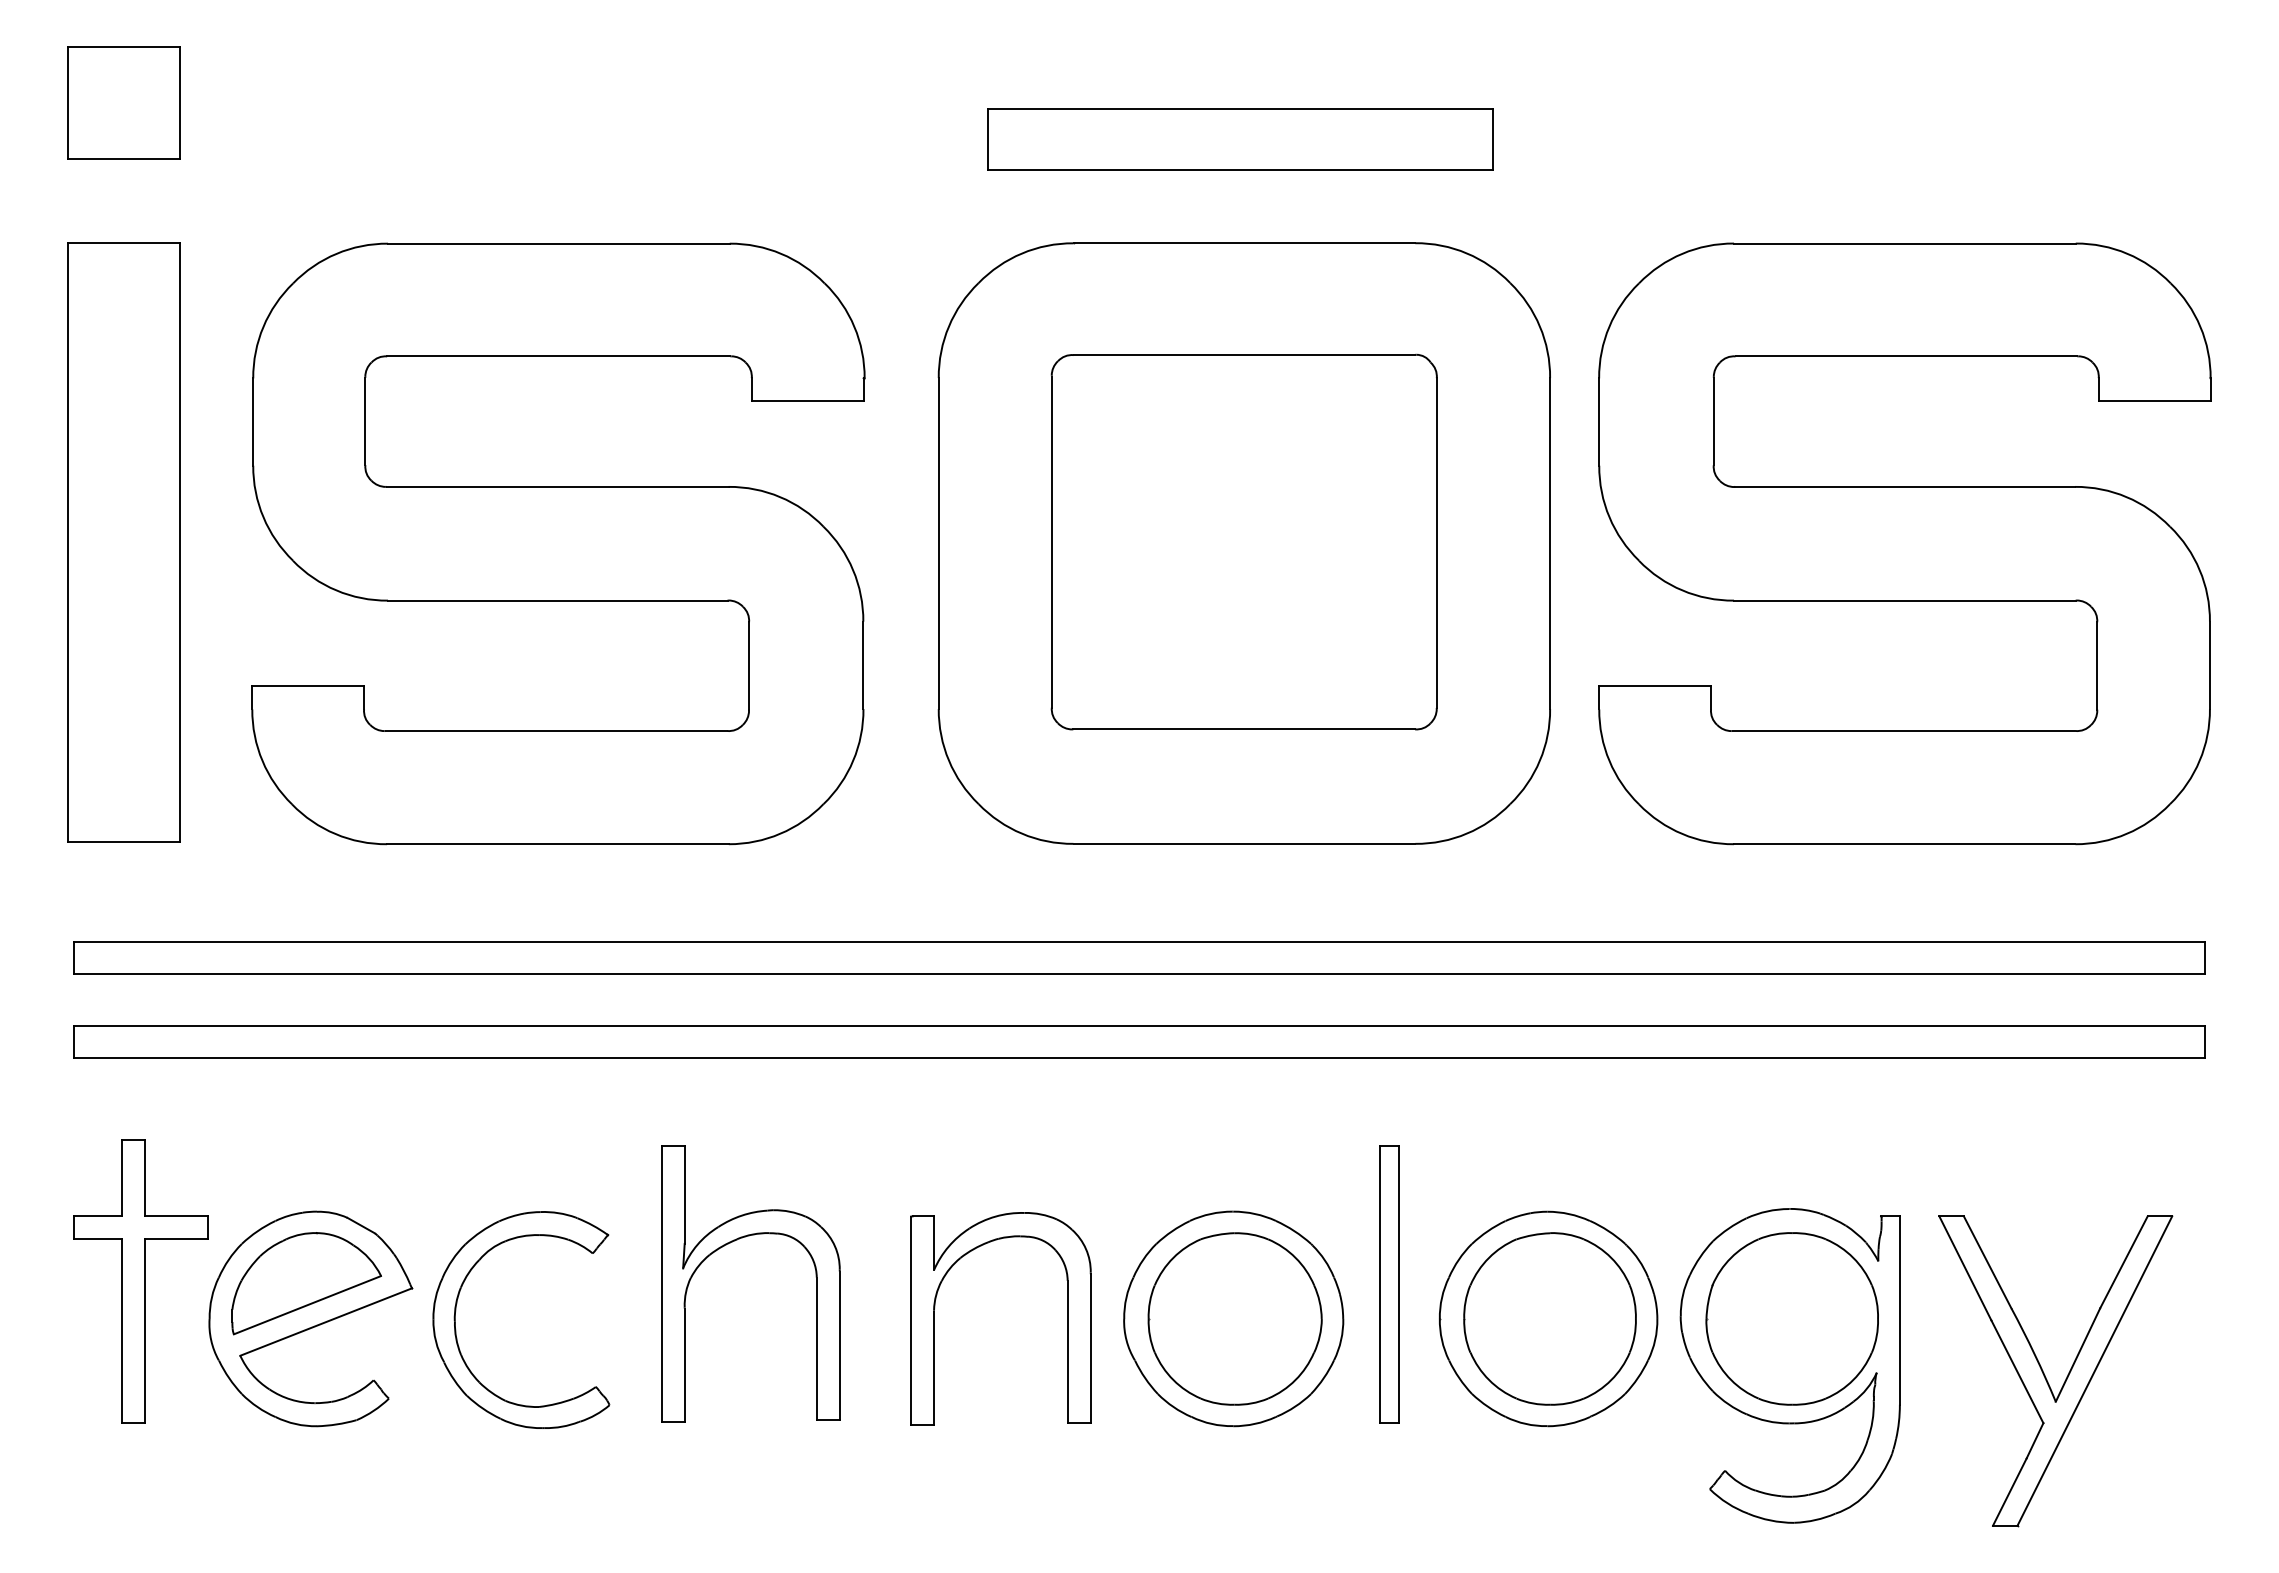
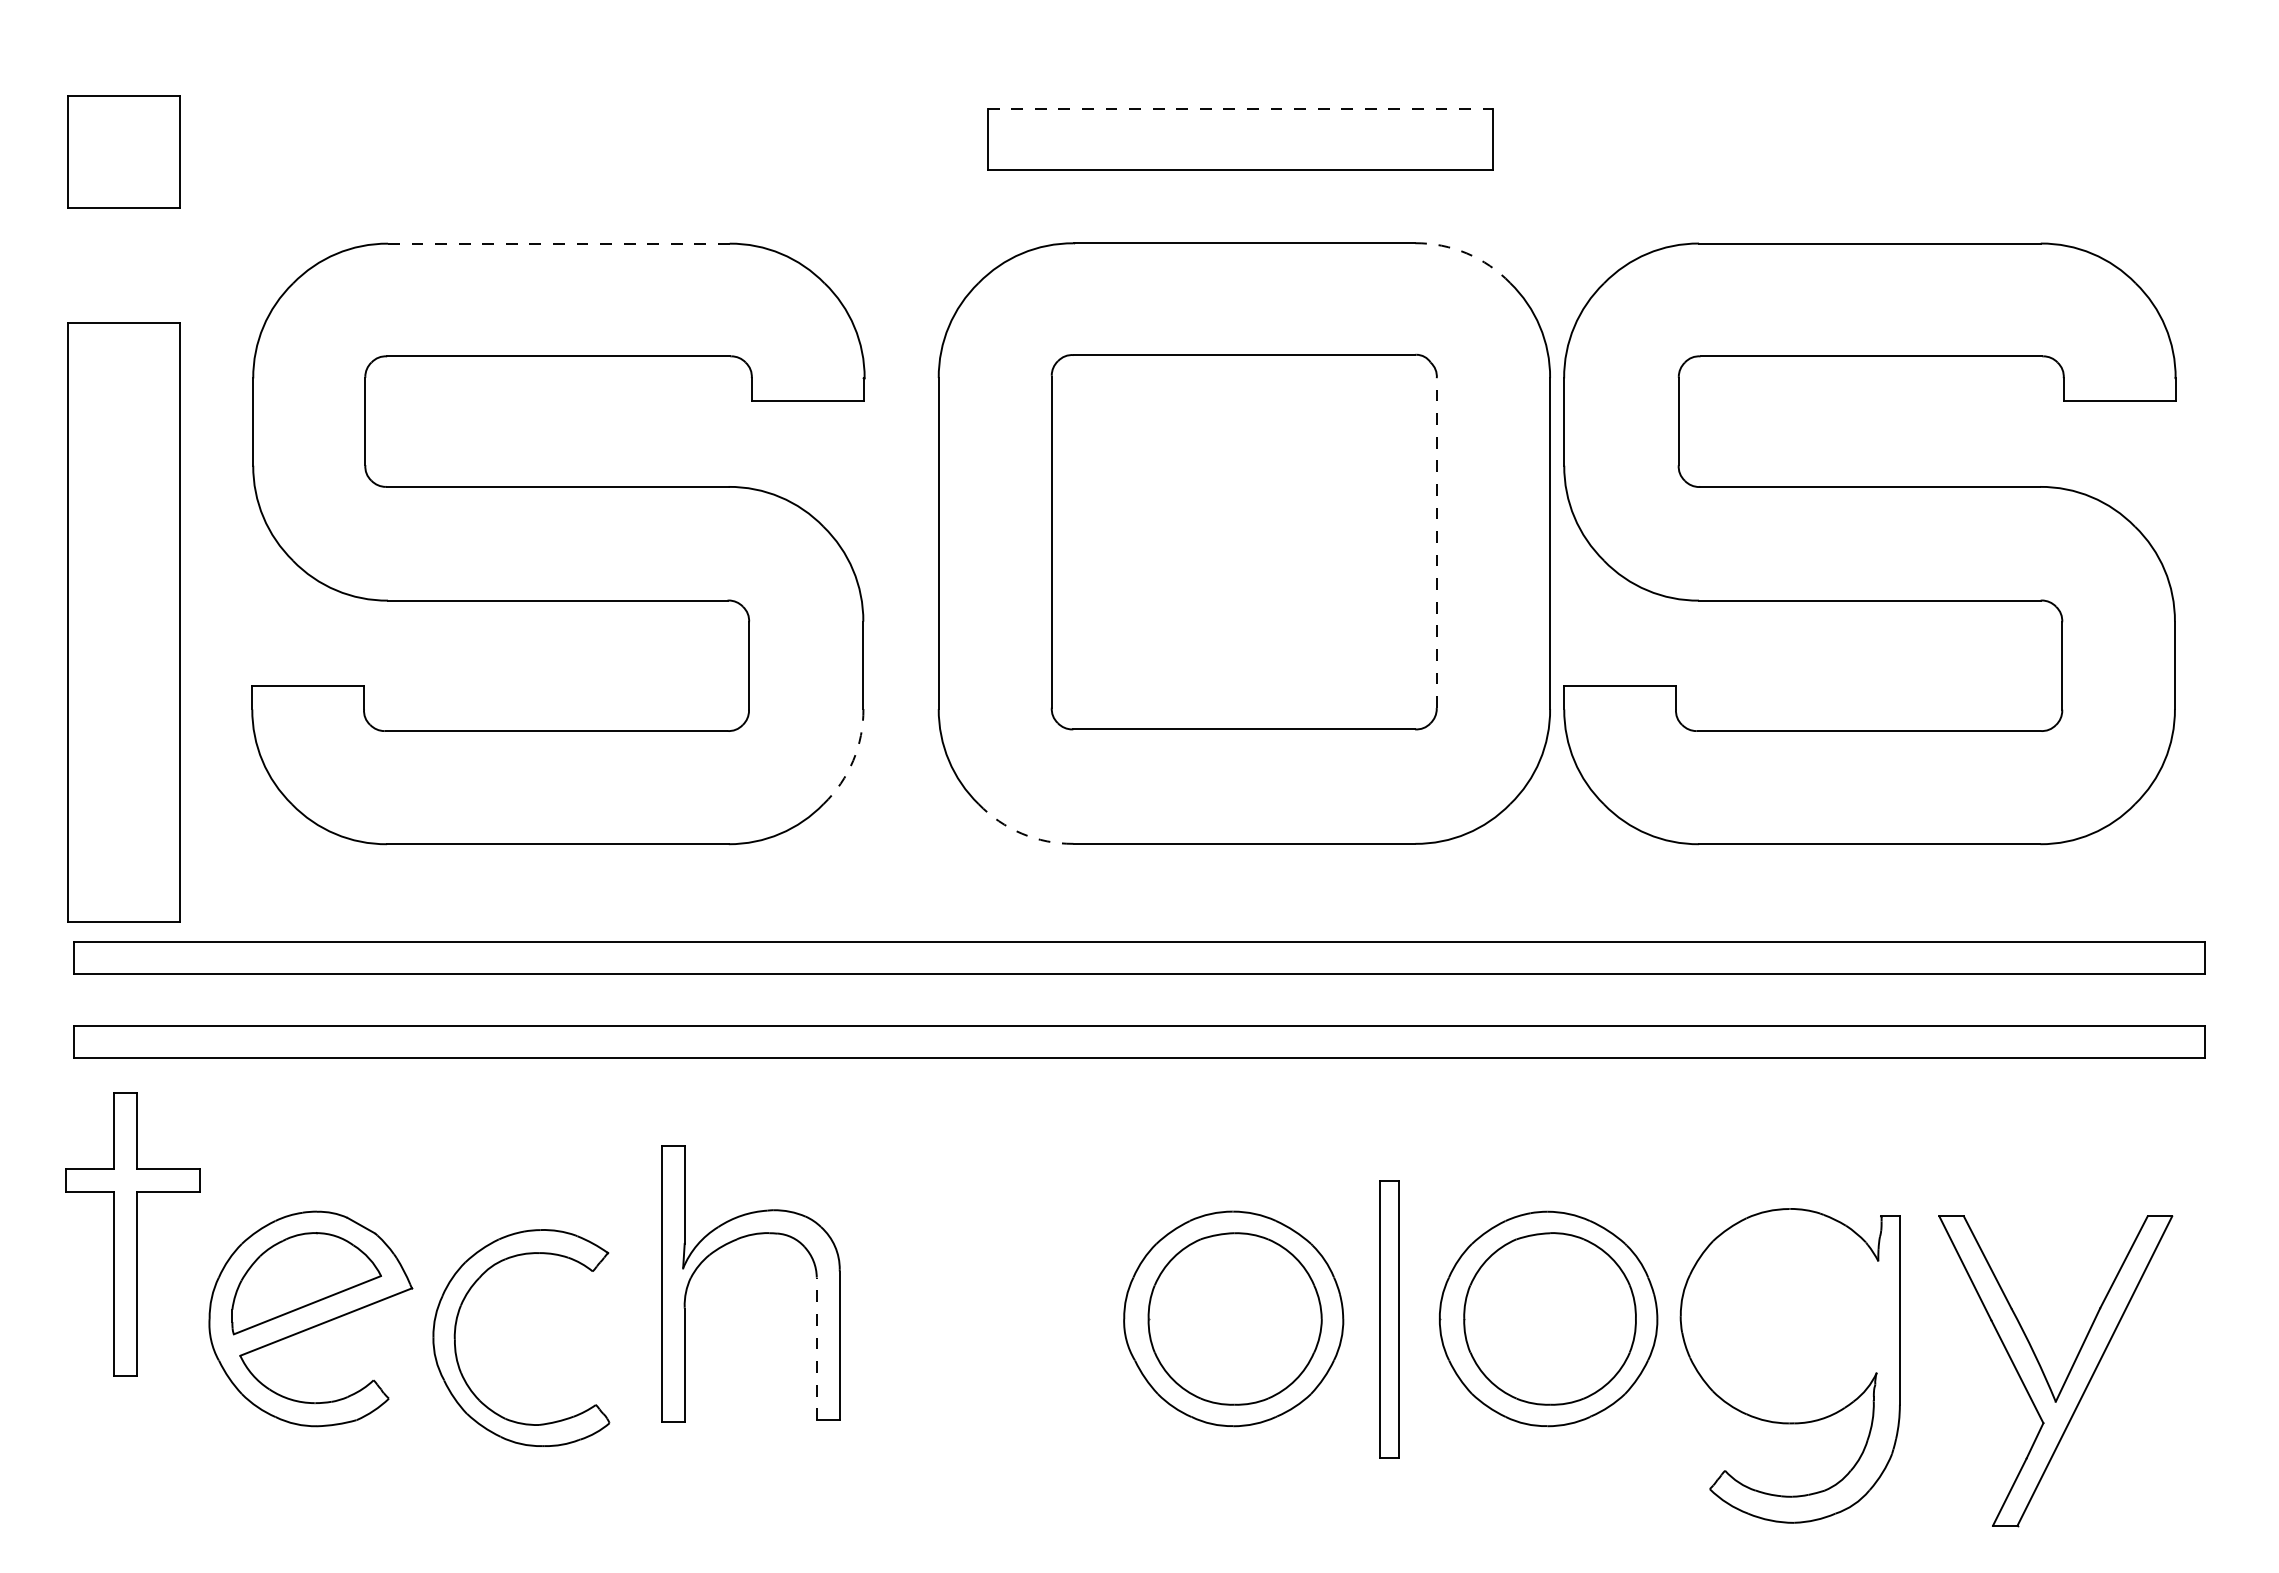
part at (123, 102) position: (123, 102) -> (123, 151)
line at (1240, 108): solid -> dashed
line at (558, 243): solid -> dashed
arc at (1466, 253): solid -> dashed
part at (123, 542) position: (123, 542) -> (123, 622)
line at (1436, 543): solid -> dashed
part at (1904, 543) position: (1904, 543) -> (1869, 543)
arc at (853, 760): solid -> dashed
arc at (1021, 833): solid -> dashed
part at (140, 1281) position: (140, 1281) -> (132, 1234)
part at (1389, 1284) position: (1389, 1284) -> (1389, 1319)
part at (935, 1307): present -> none
part at (456, 1311) position: (456, 1311) -> (456, 1329)
part at (1791, 1318): present -> none
line at (816, 1348): solid -> dashed
